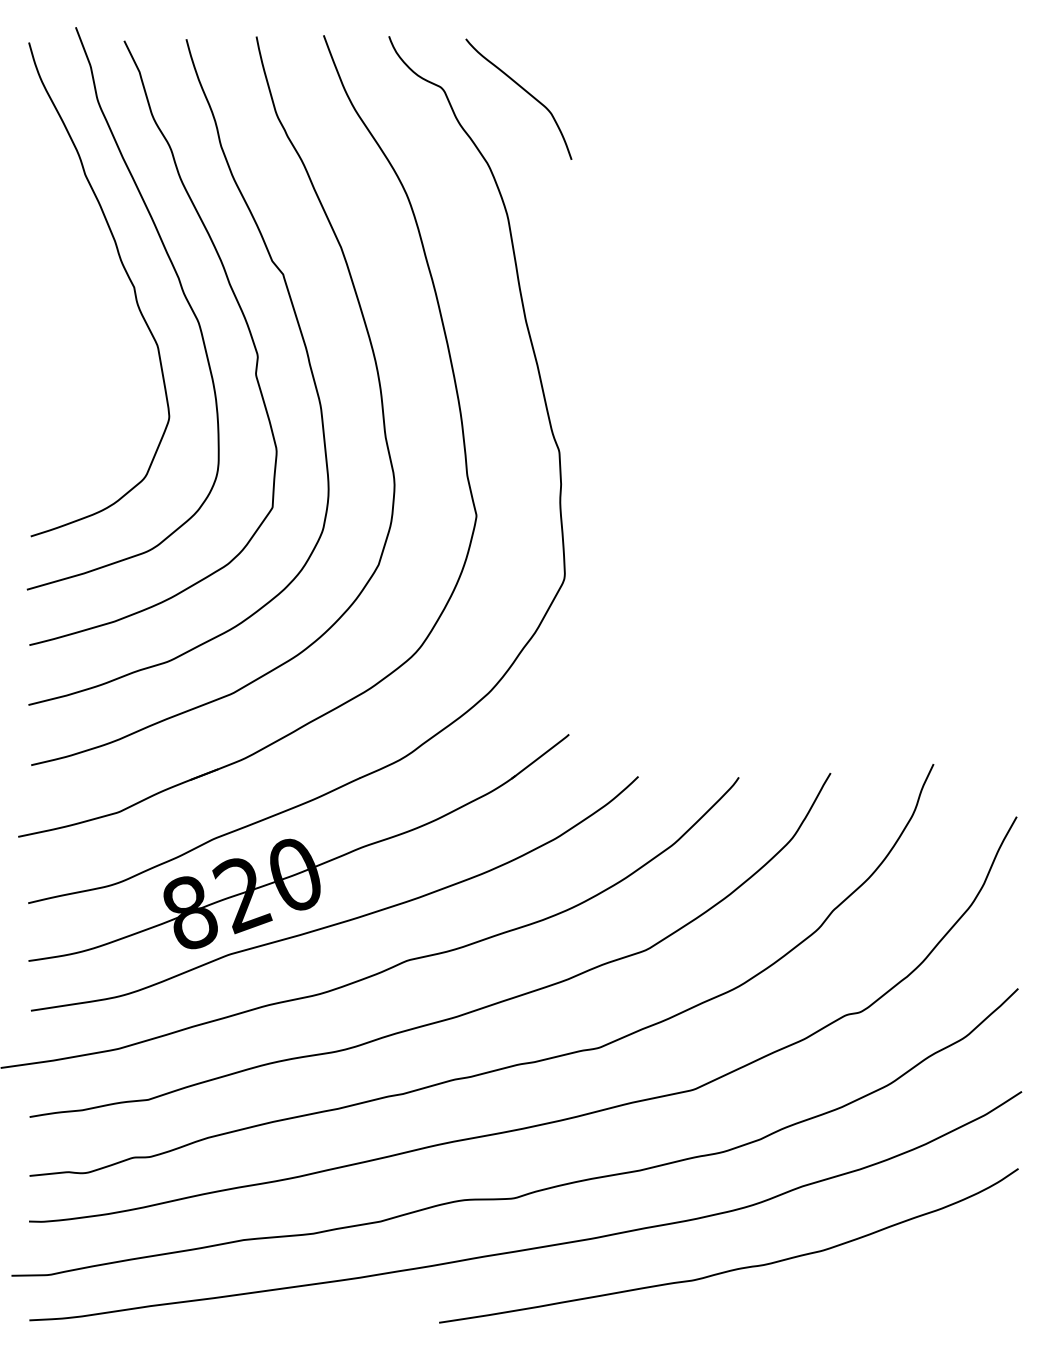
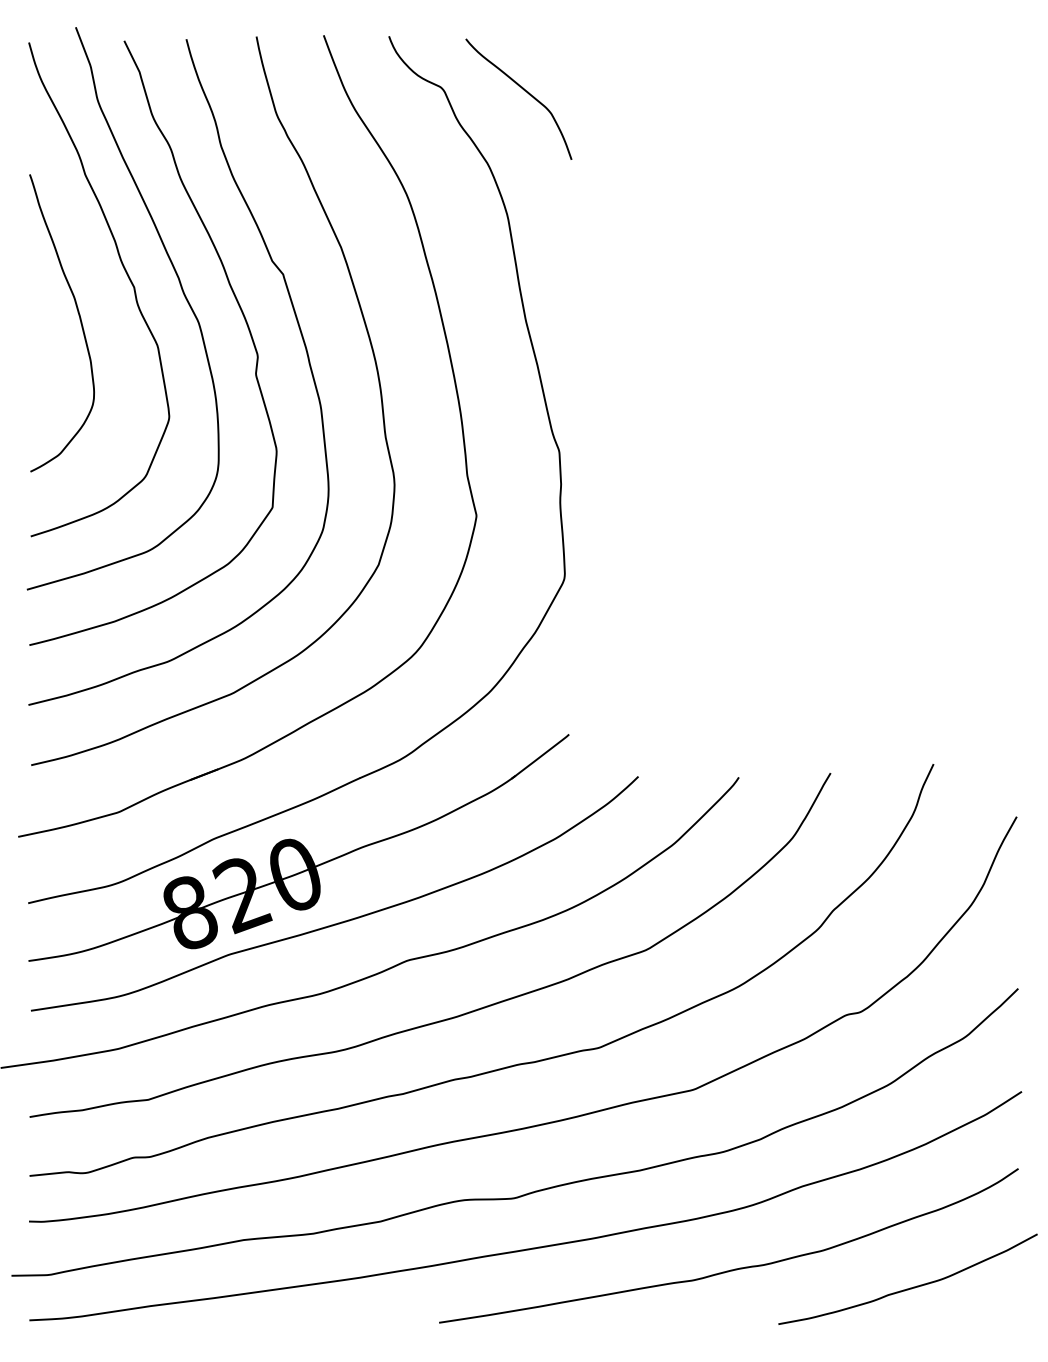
curve at (79, 319): none -> present
curve at (910, 1287): none -> present
